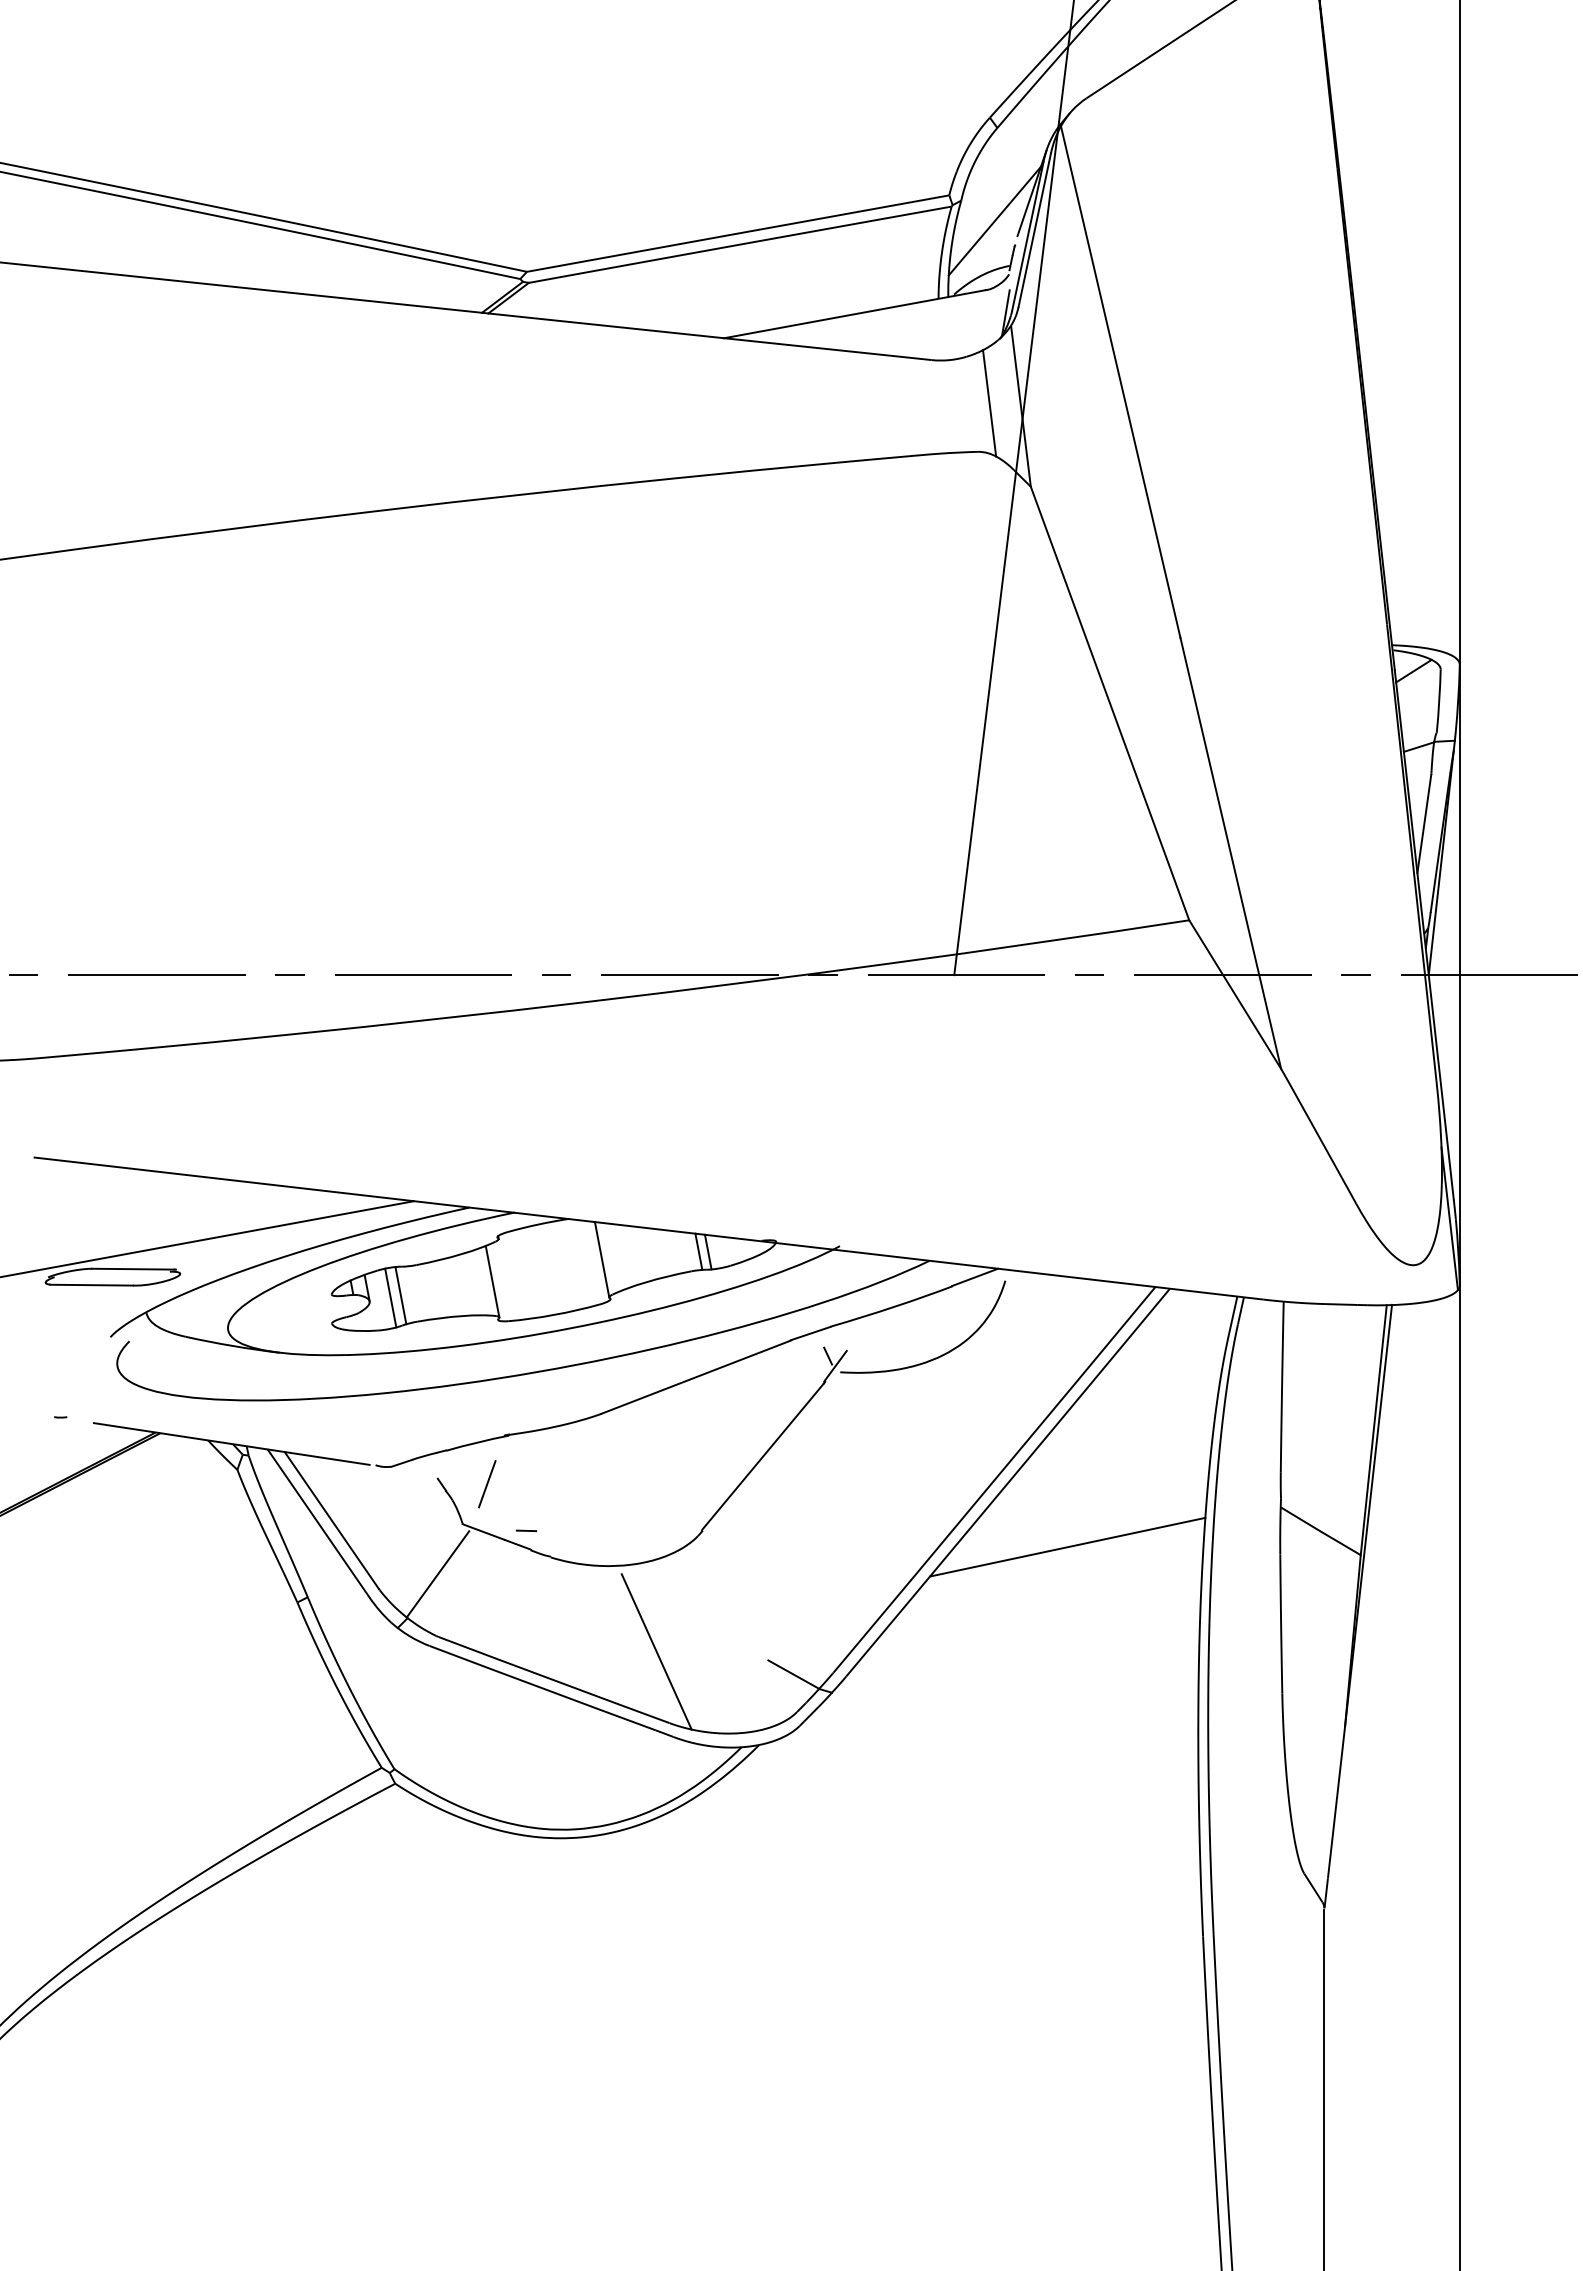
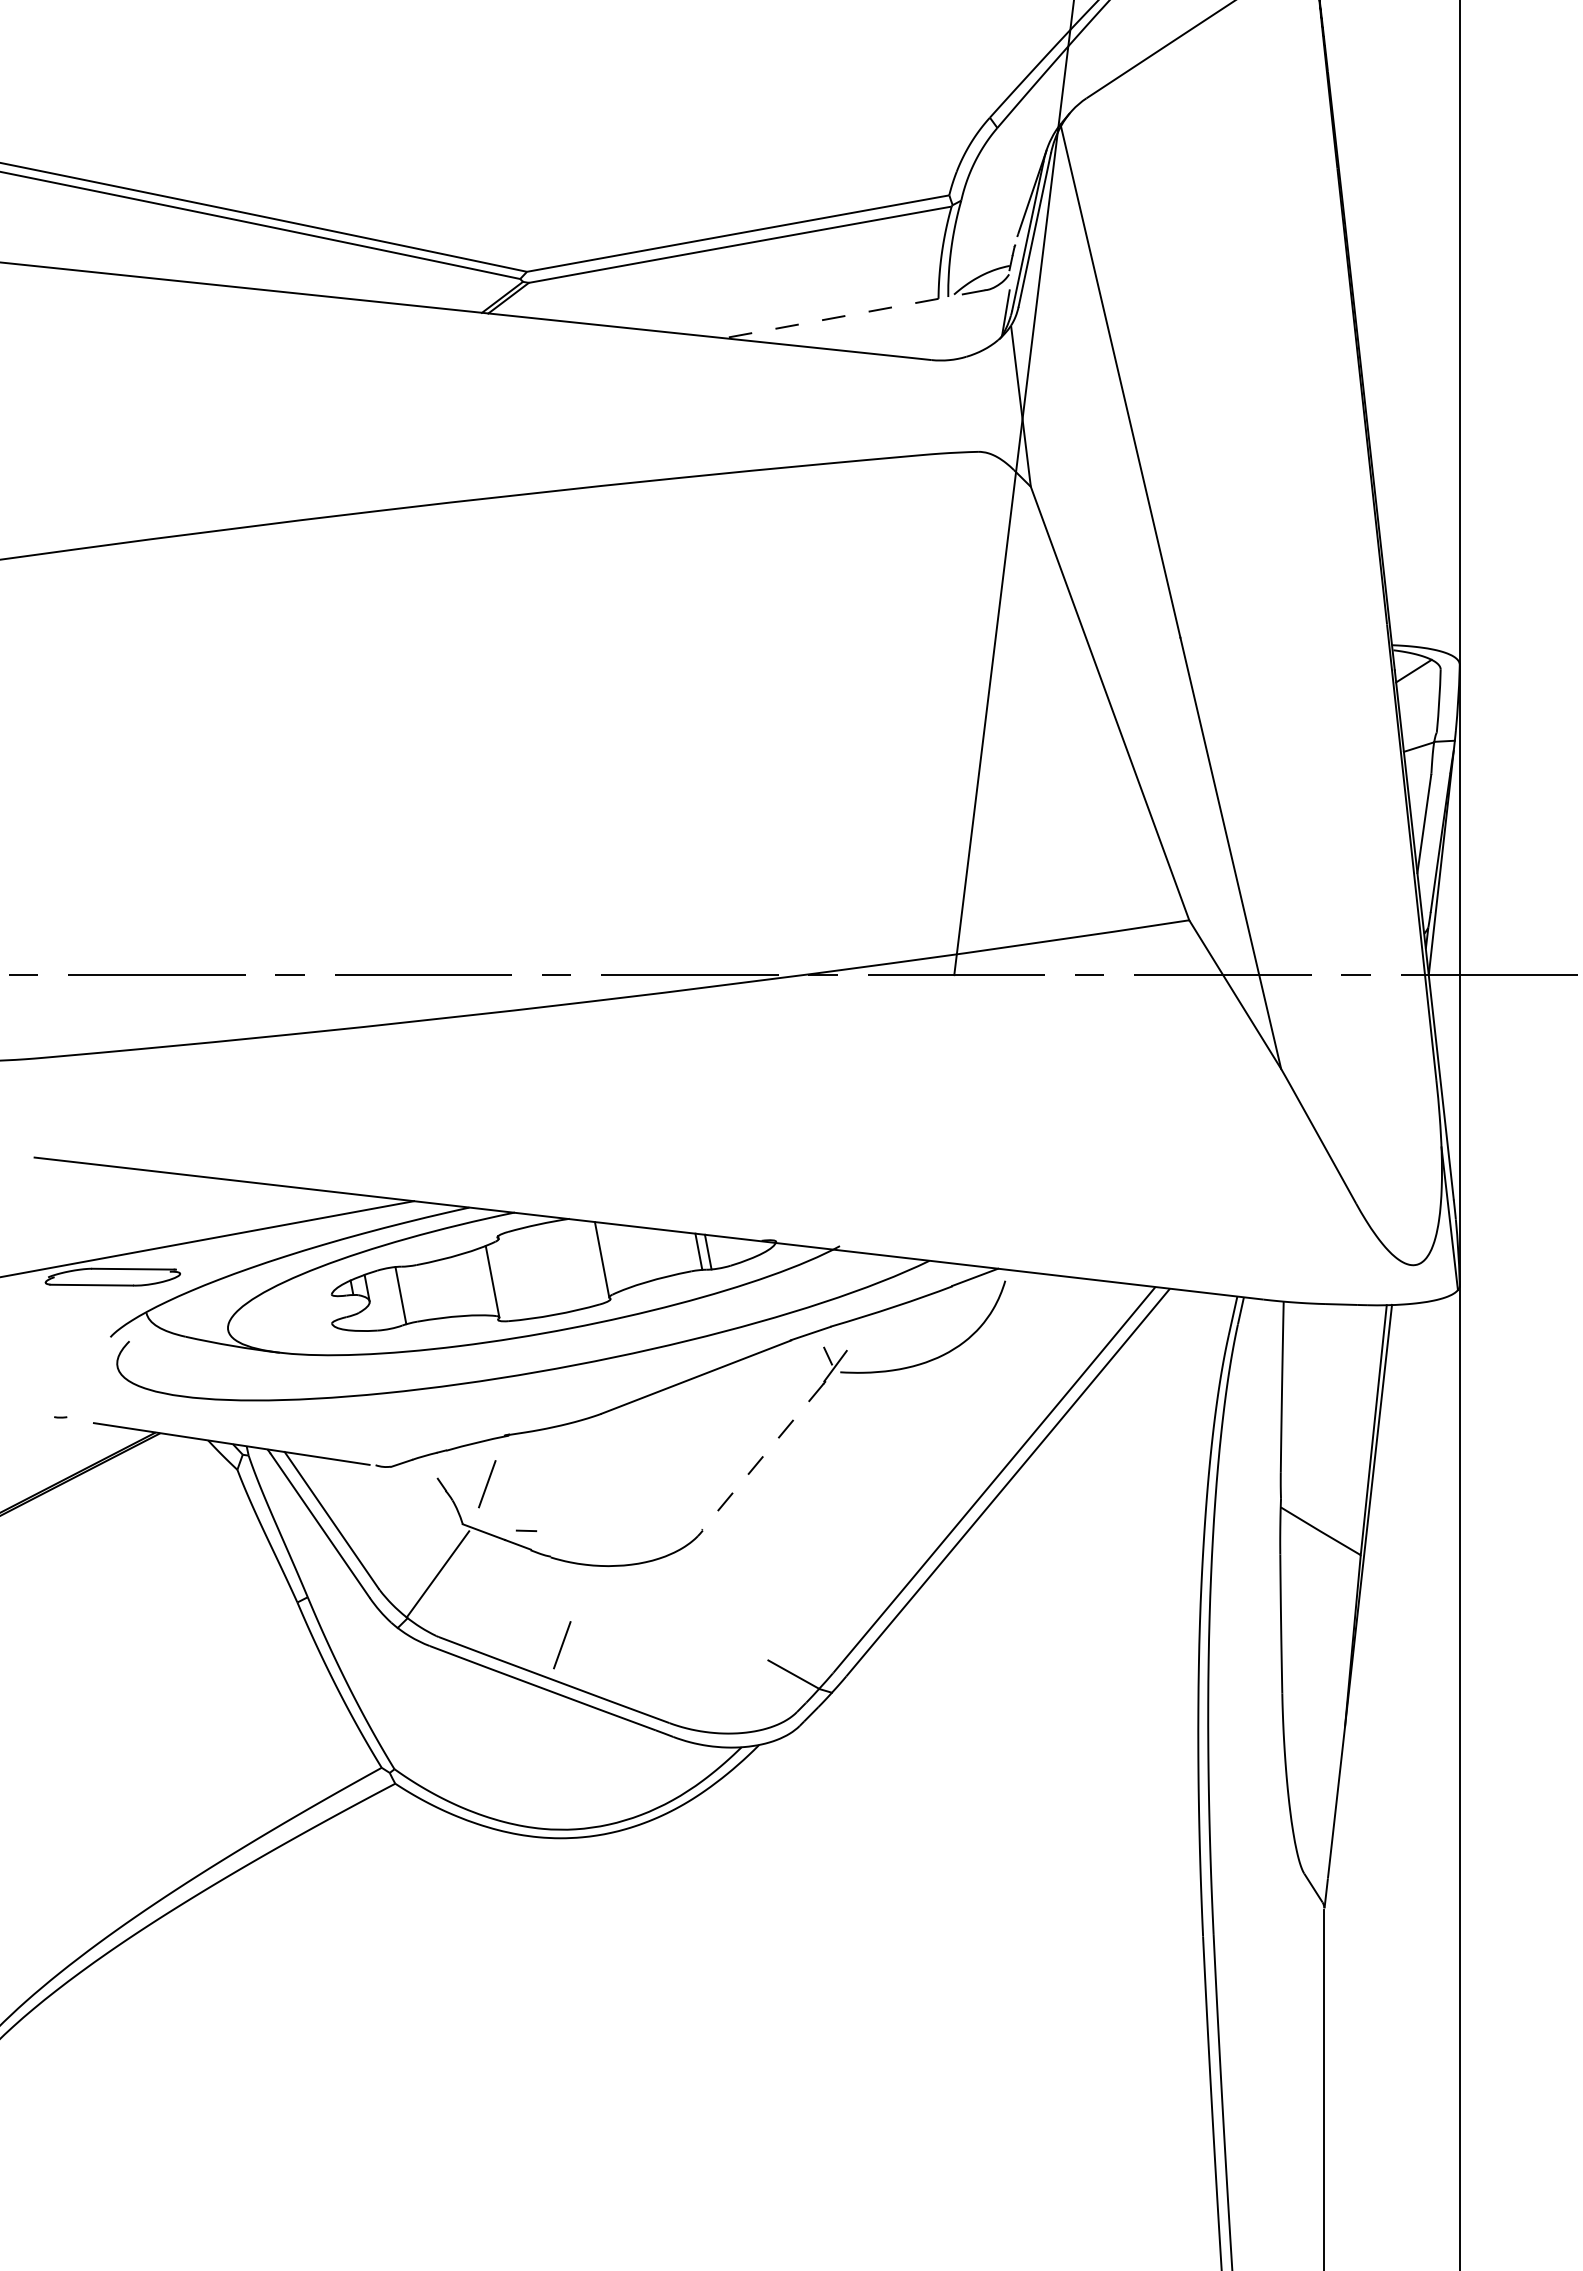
line at (994, 220): present -> none
line at (854, 314): solid -> dashed
line at (989, 403): present -> none
line at (390, 1297): present -> none
line at (762, 1457): solid -> dashed
line at (1067, 1546): present -> none
line at (562, 1645): none -> present
line at (656, 1651): present -> none
